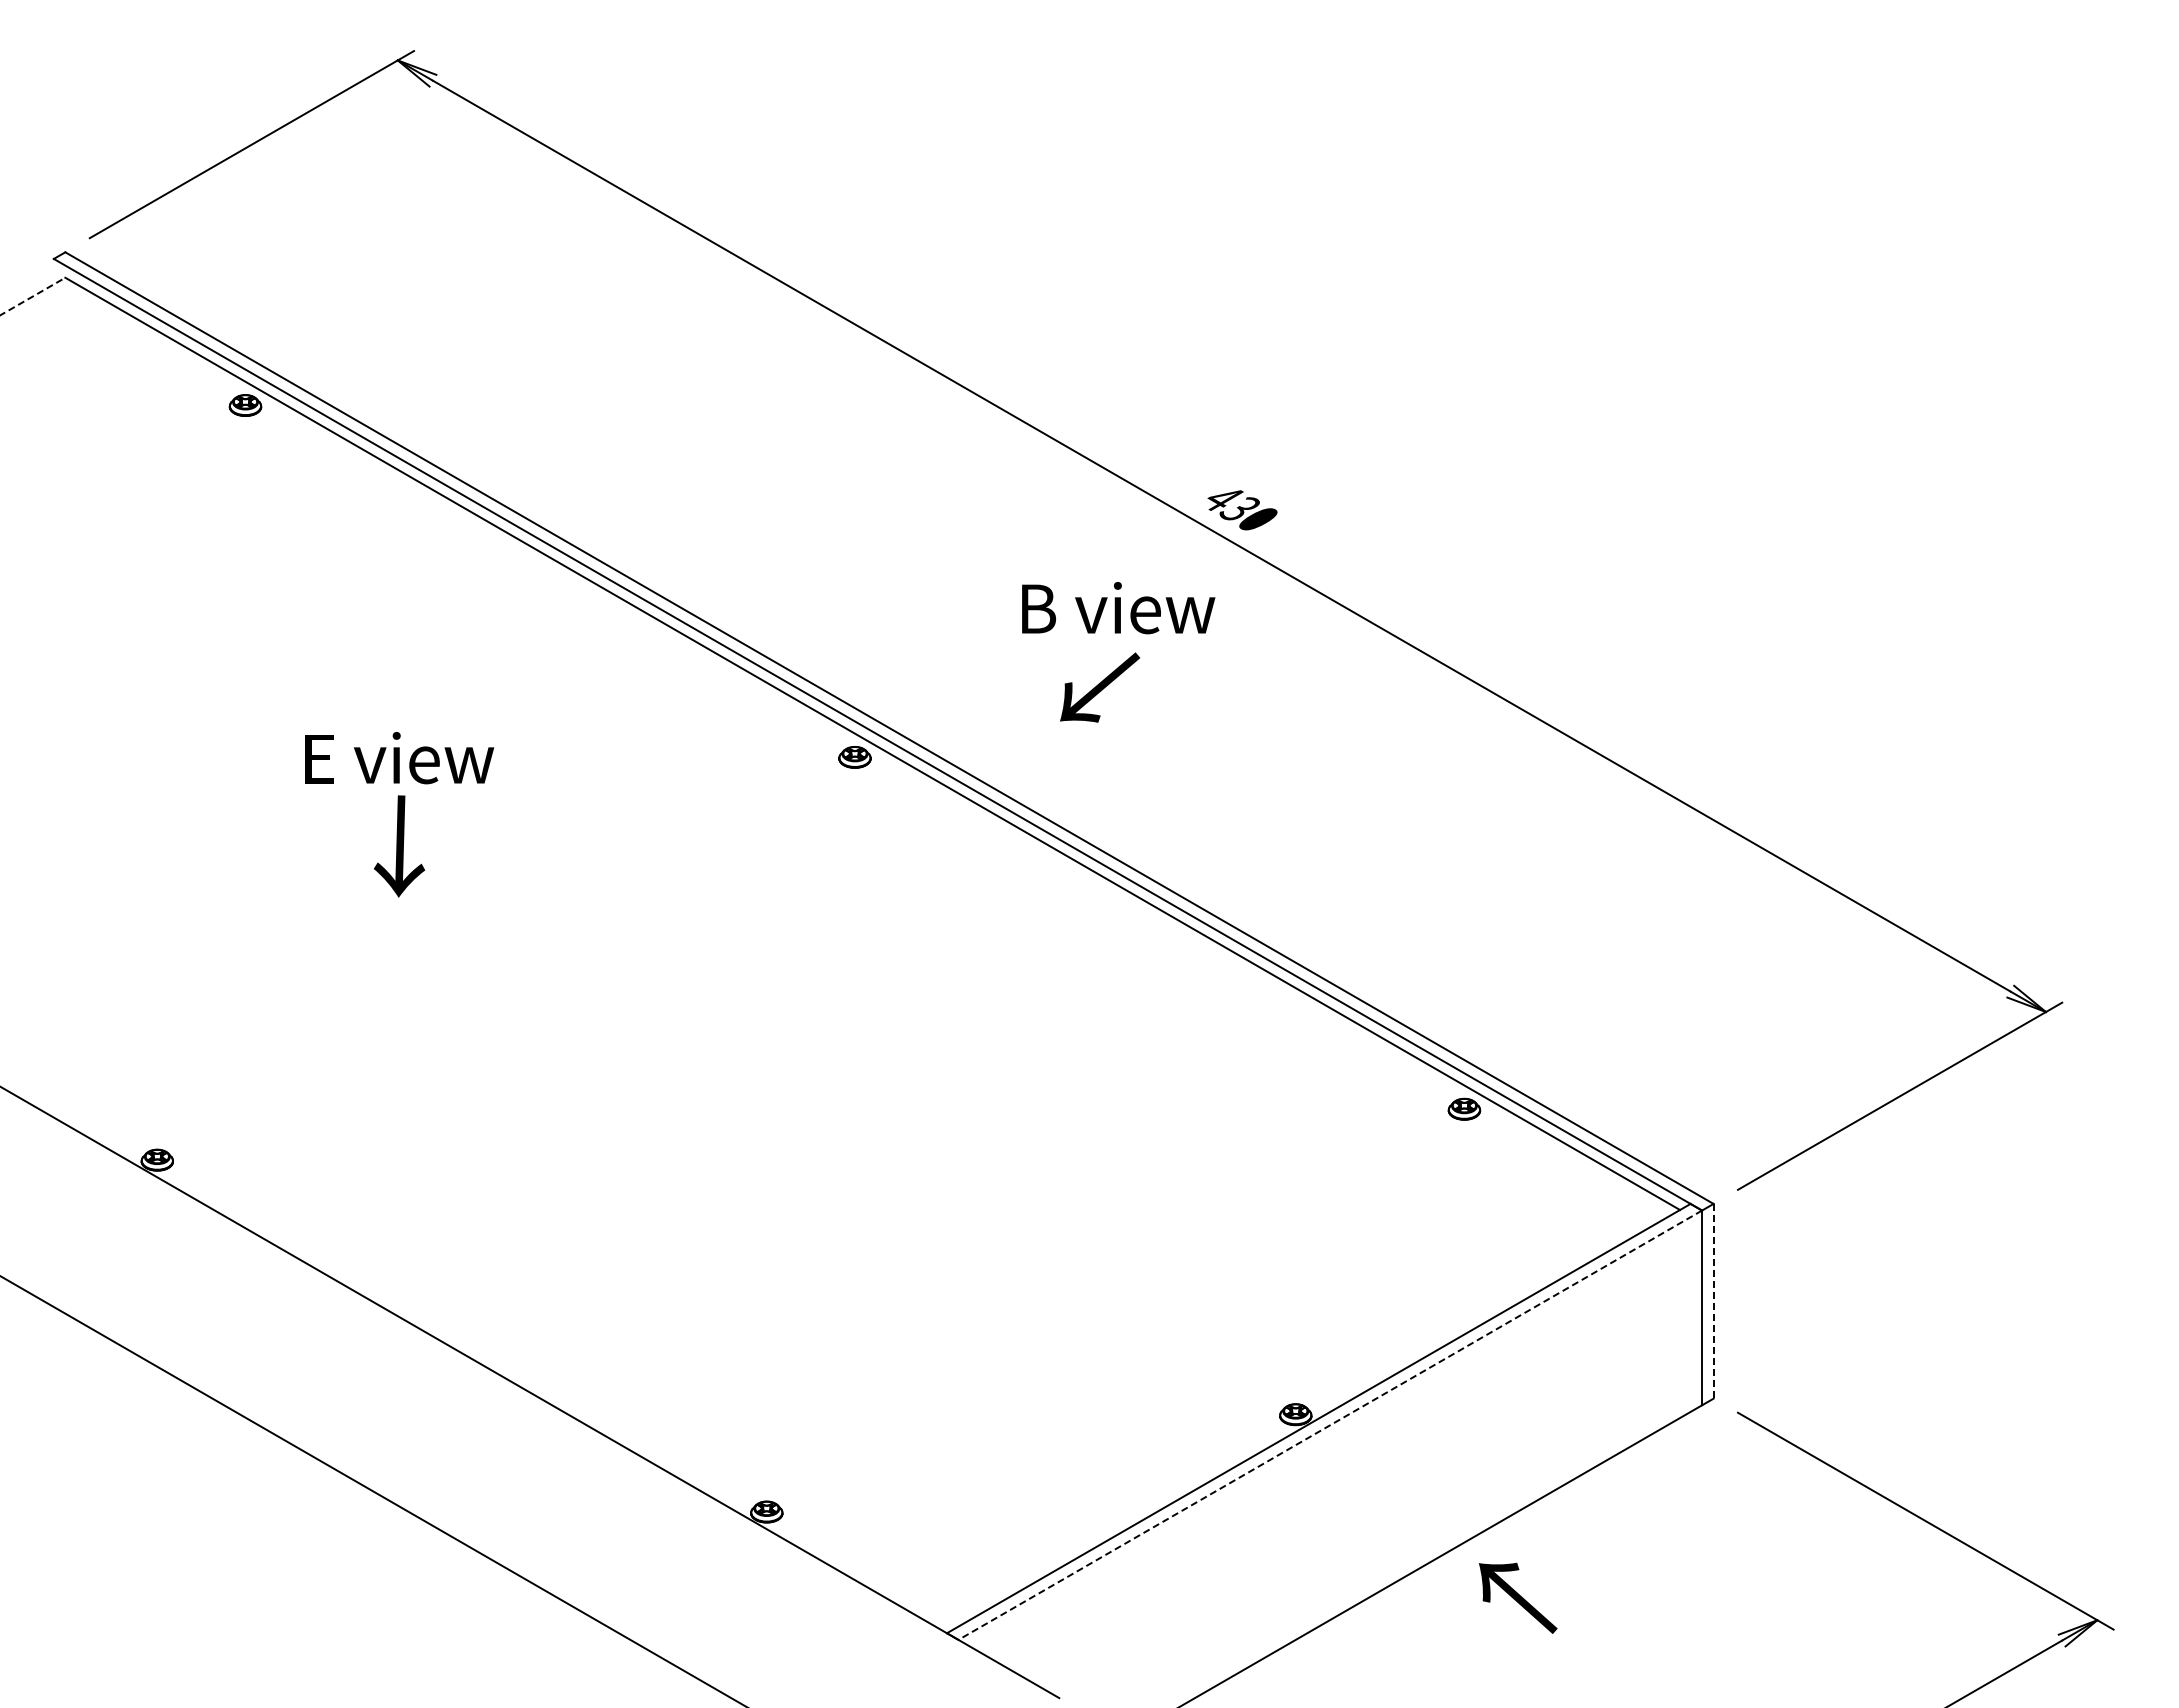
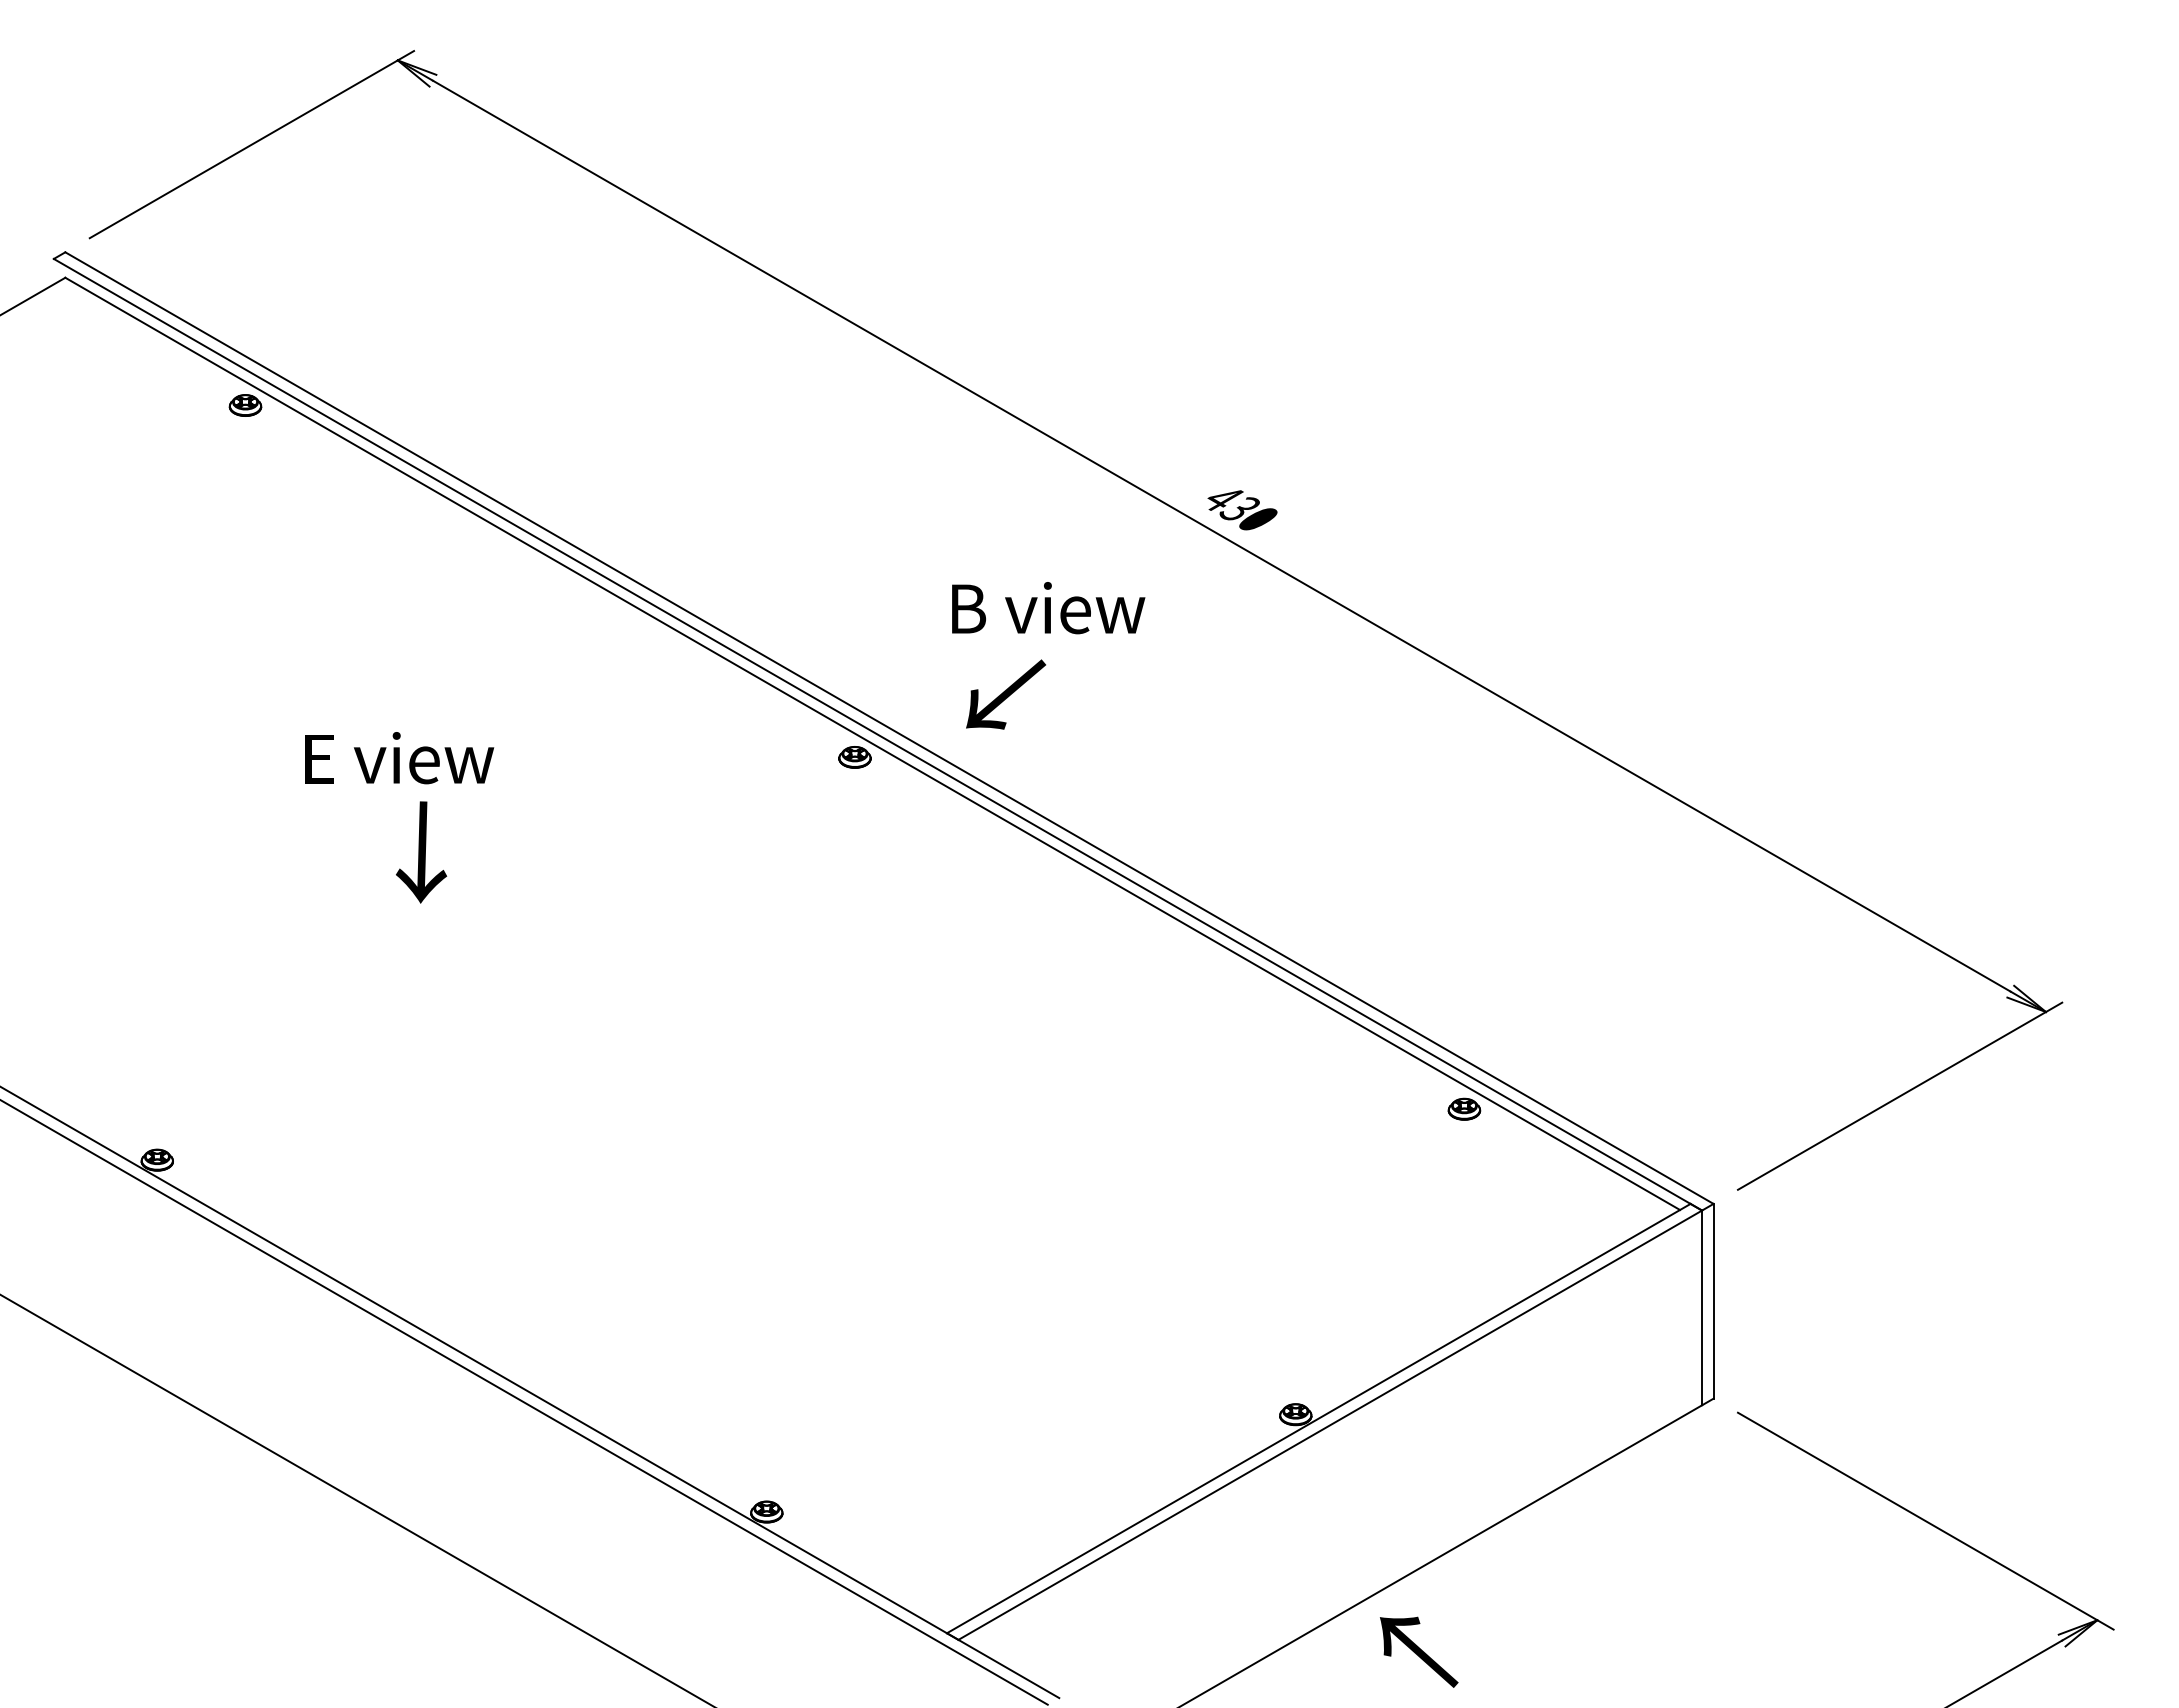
line at (33, 296): dashed -> solid
text at (1118, 608) position: (1118, 608) -> (1048, 608)
text at (1100, 687) position: (1100, 687) -> (1006, 694)
text at (399, 846) position: (399, 846) -> (421, 852)
line at (1713, 1301): dashed -> solid
line at (524, 1402): none -> present
line at (1329, 1425): dashed -> solid
line at (372, 1490) position: (372, 1490) -> (356, 1499)
text at (1518, 1597) position: (1518, 1597) -> (1419, 1651)
